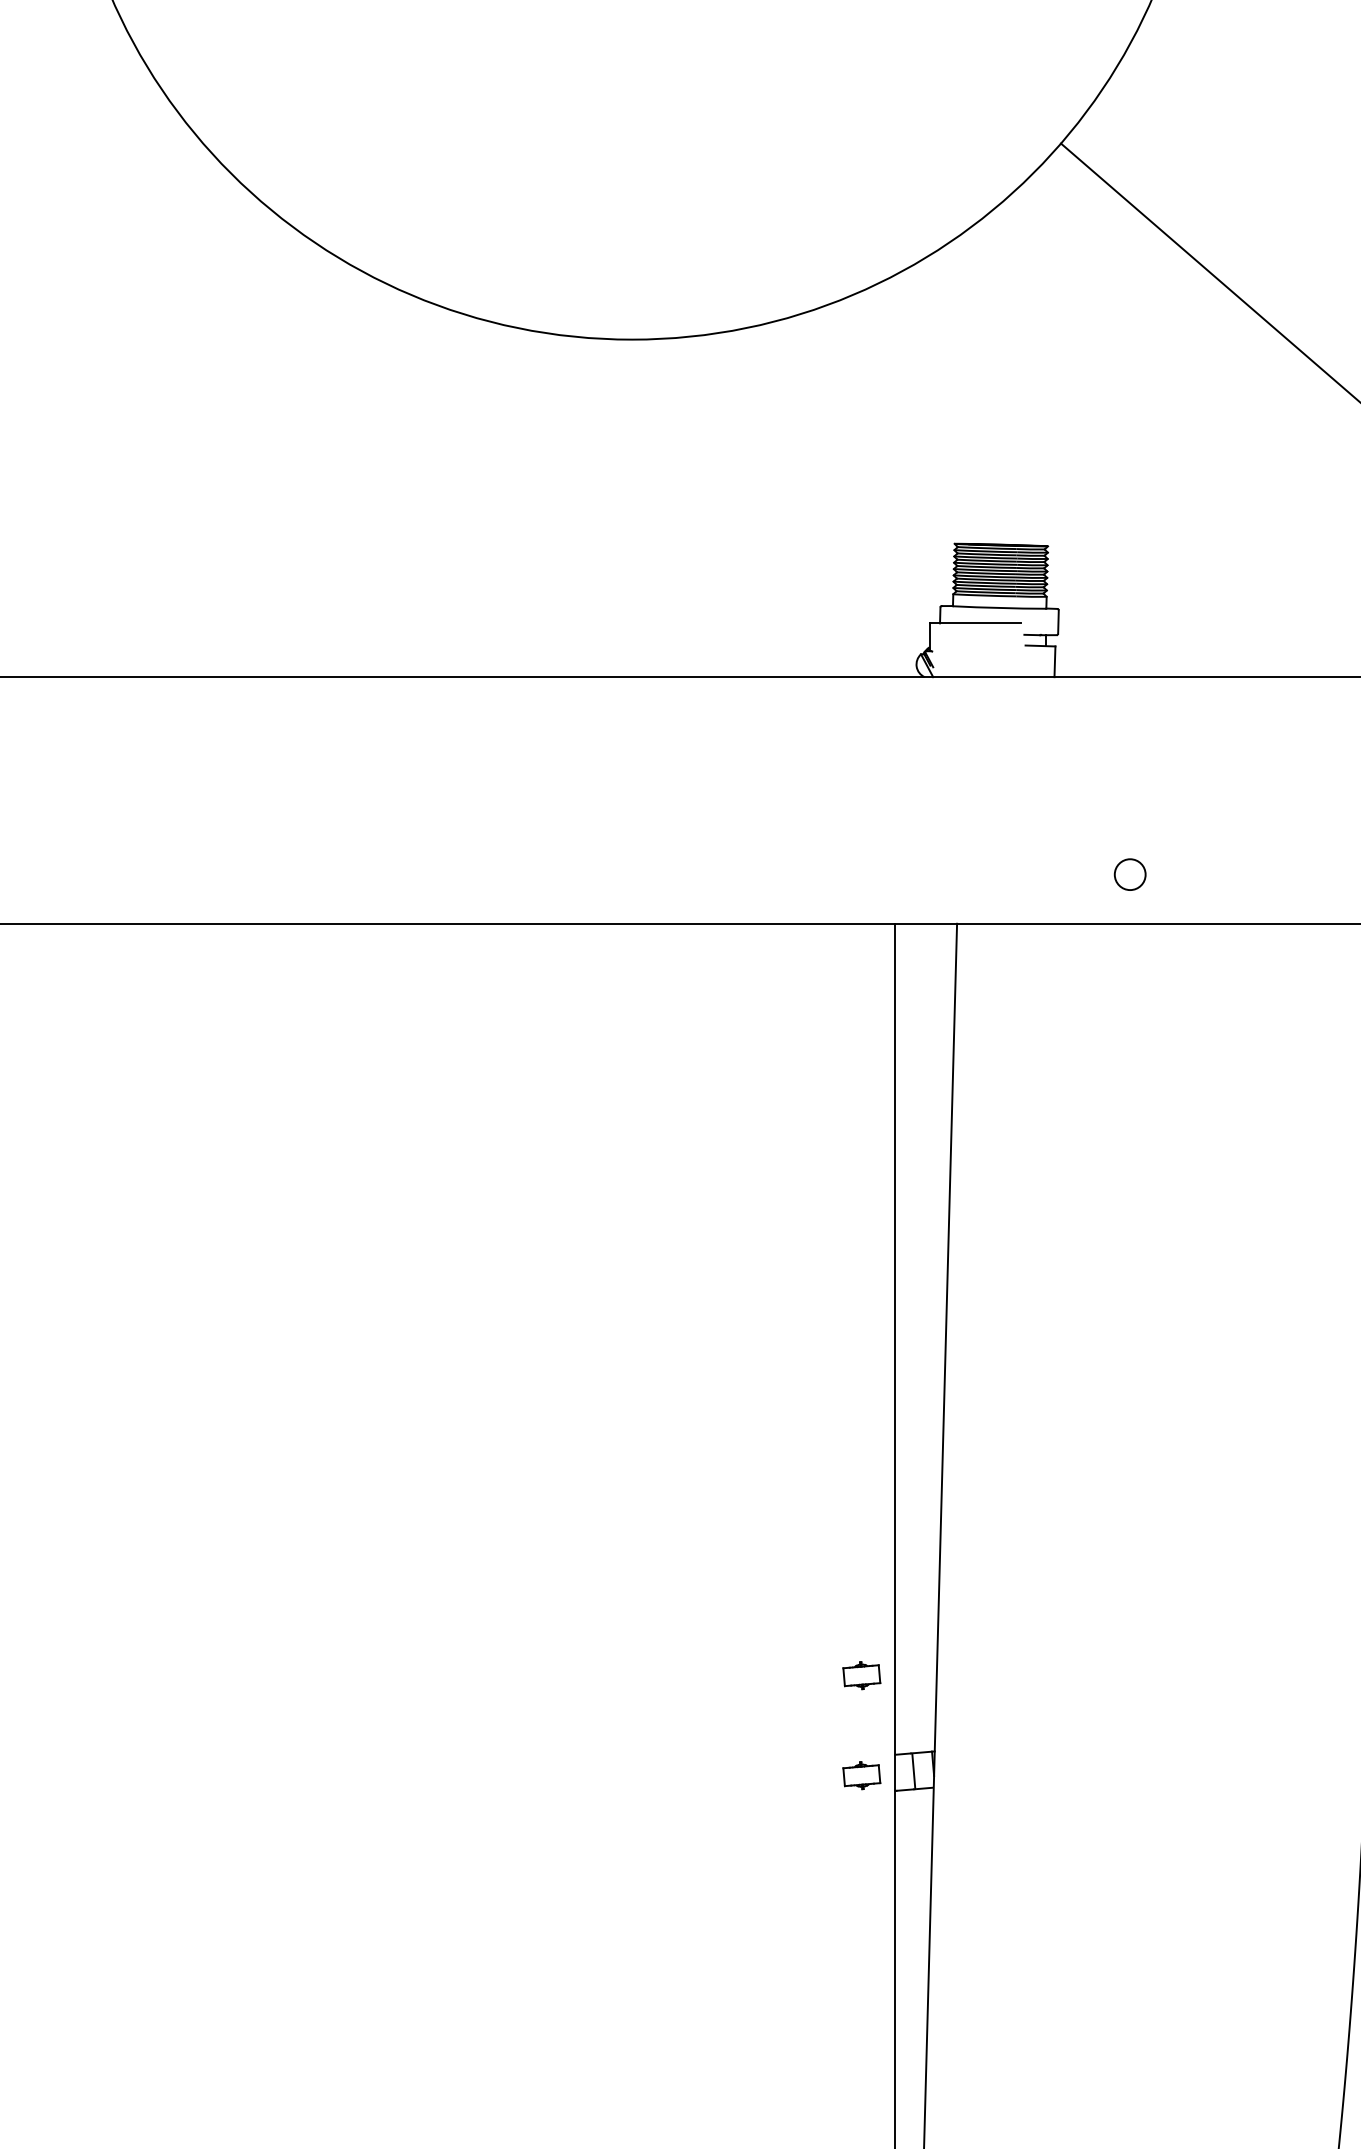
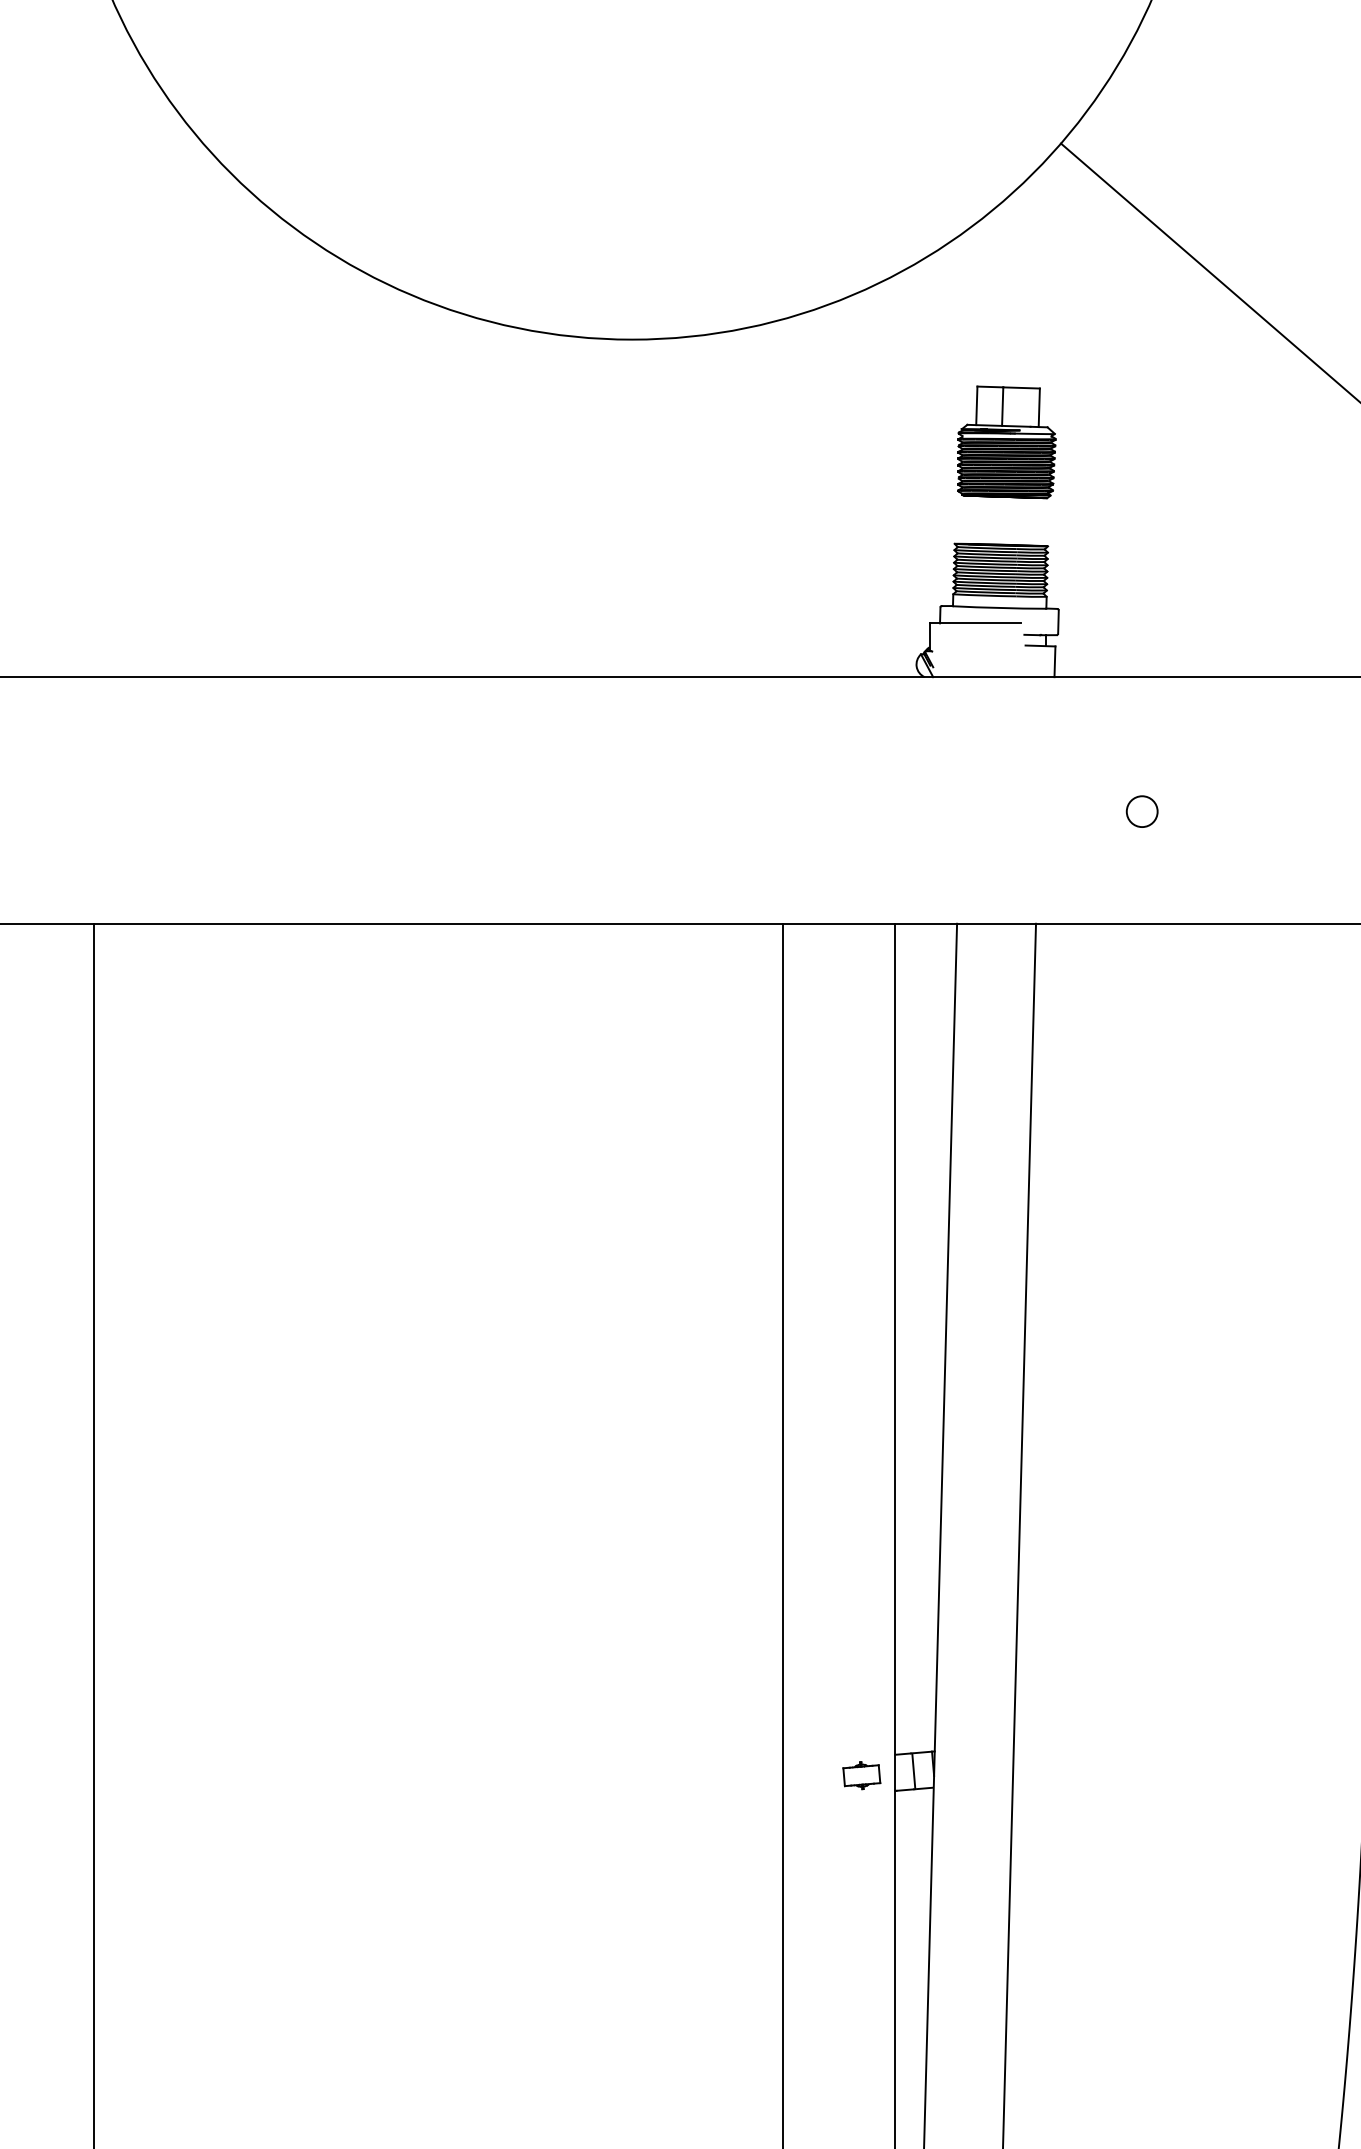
part at (1006, 442): none -> present
circle at (1129, 874) position: (1129, 874) -> (1141, 811)
line at (93, 1534): none -> present
line at (783, 1534): none -> present
line at (1019, 1534): none -> present
part at (861, 1675): present -> none
